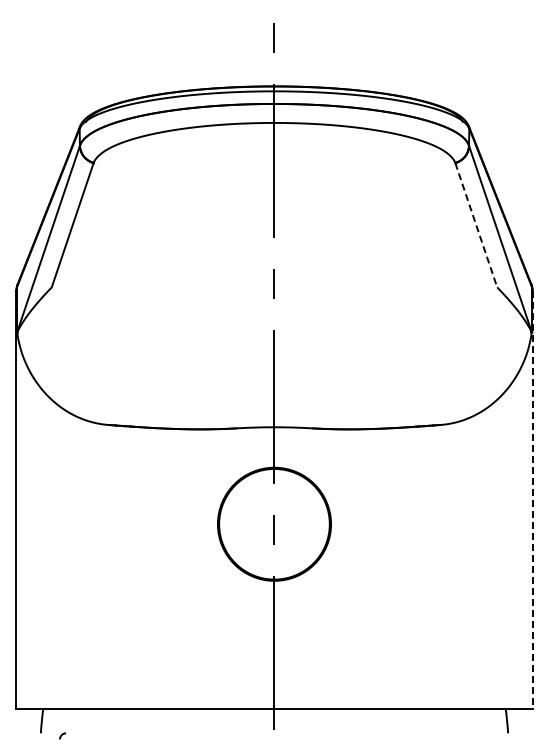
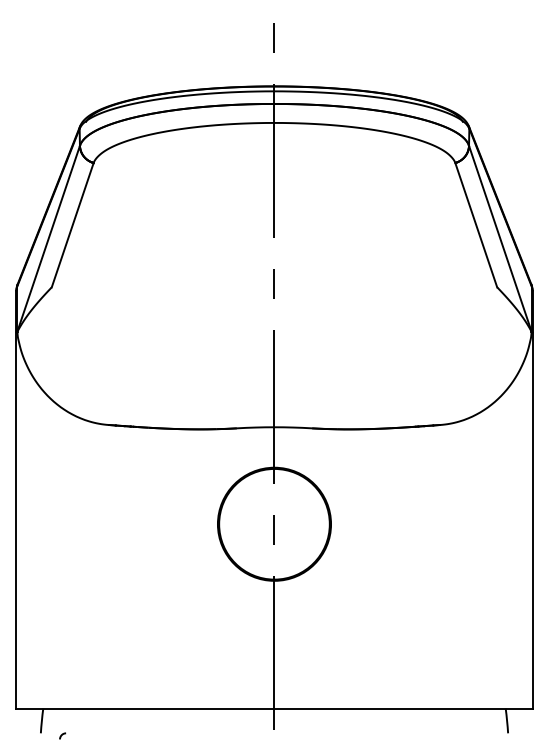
line at (476, 225): dashed -> solid
line at (532, 499): dashed -> solid
